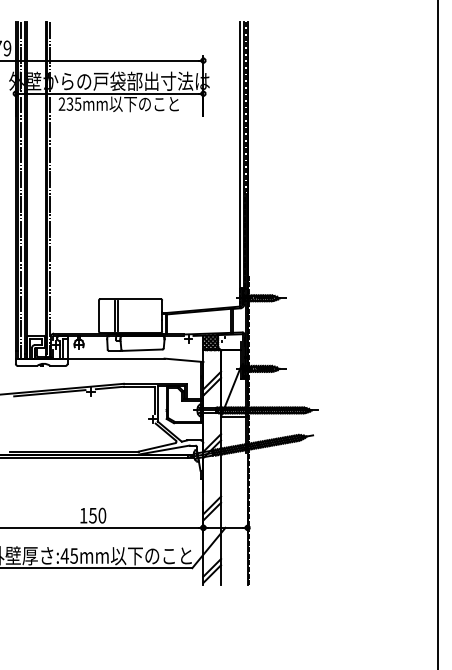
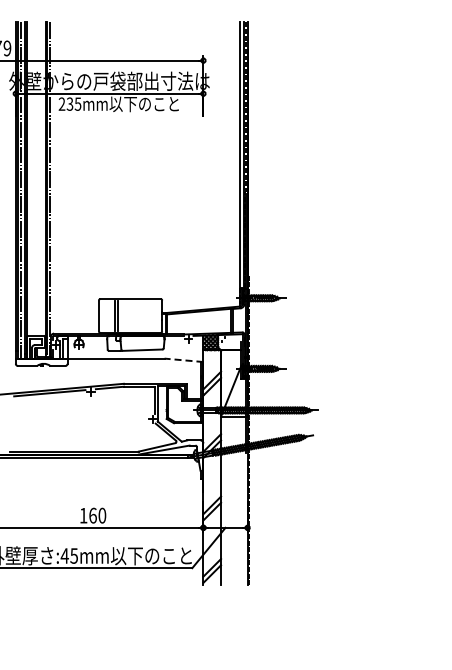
line at (438, 334): present -> none
line at (183, 360): solid -> dashed
text at (92, 515): 150 -> 160
